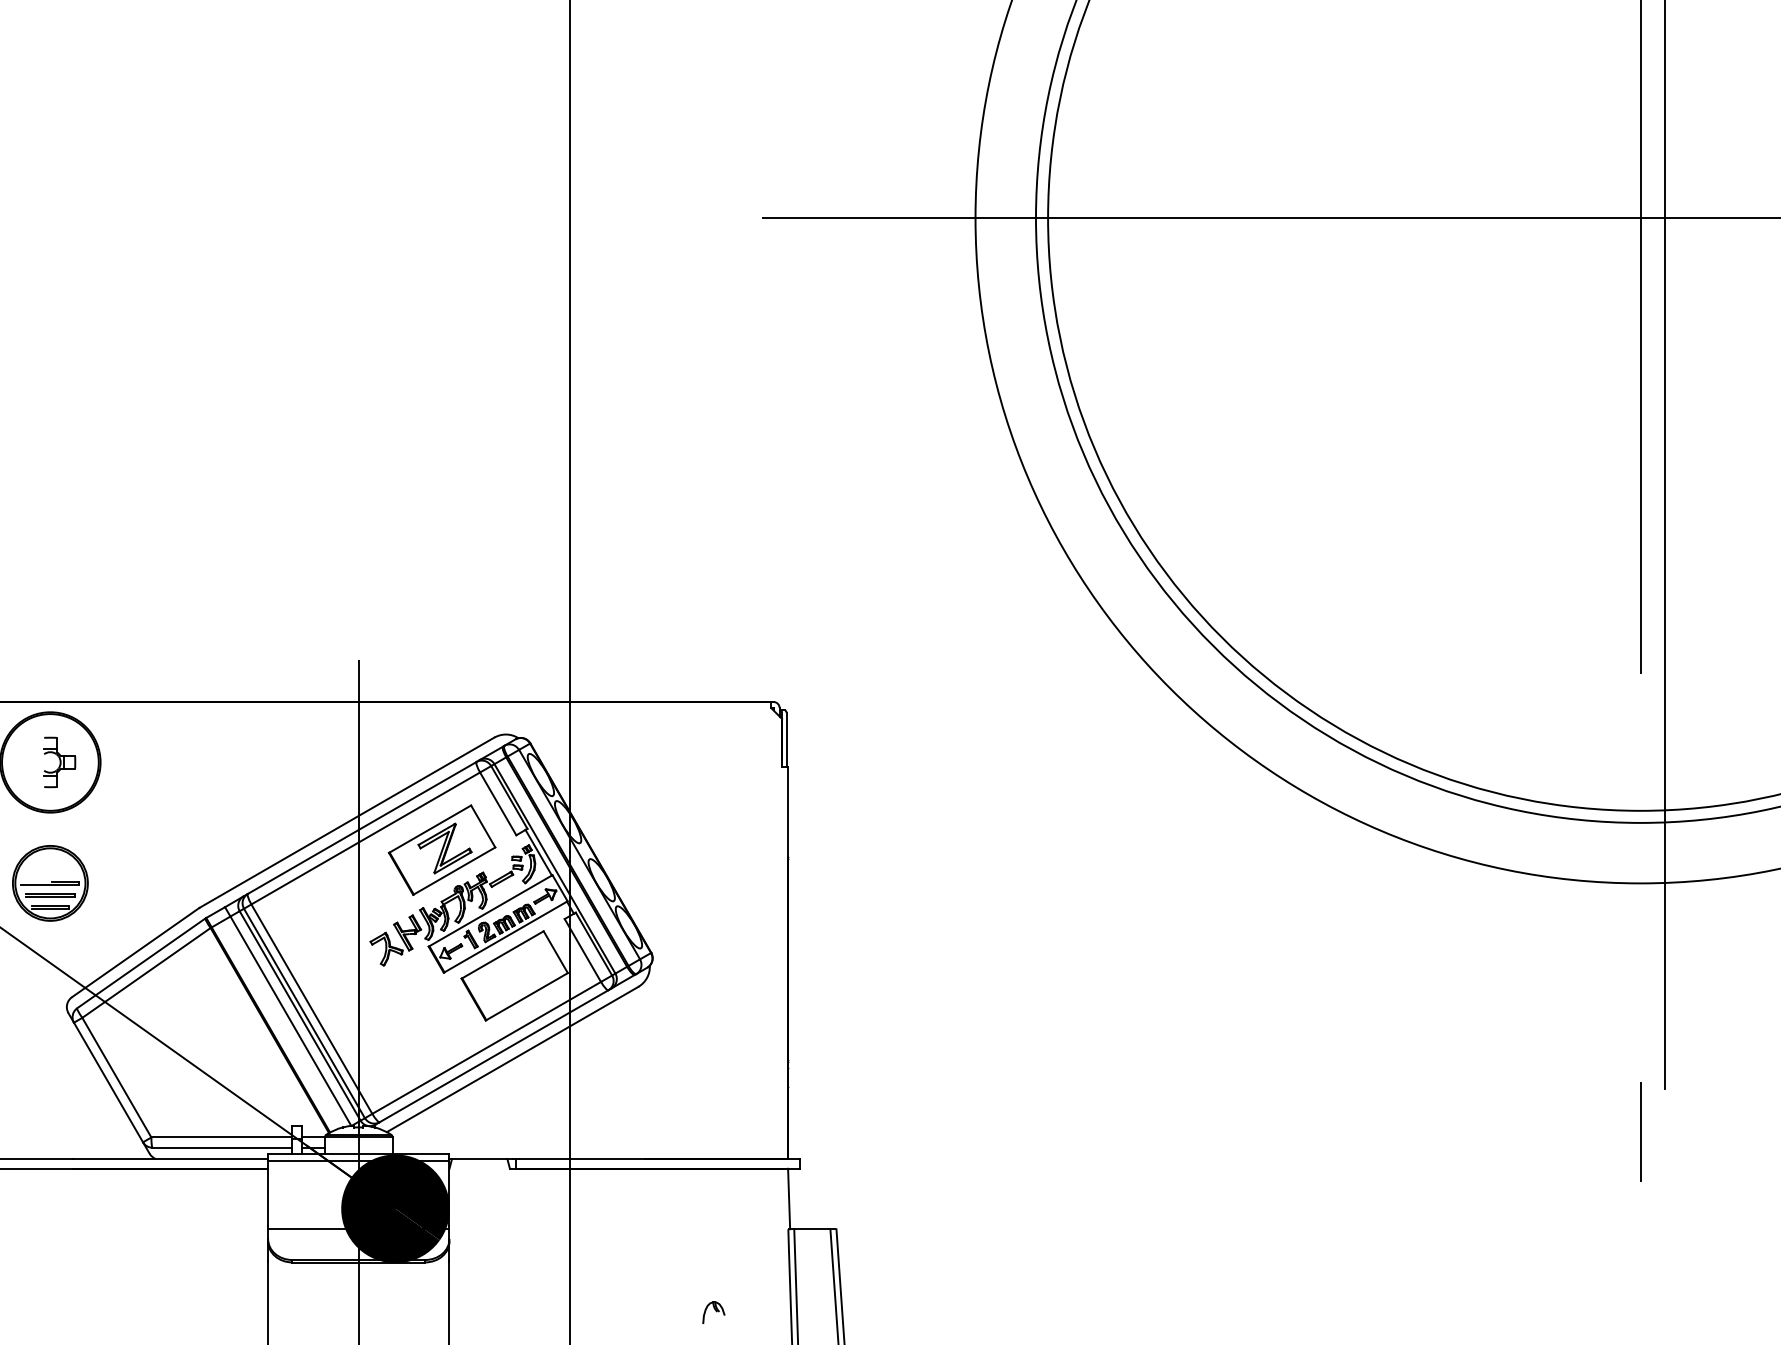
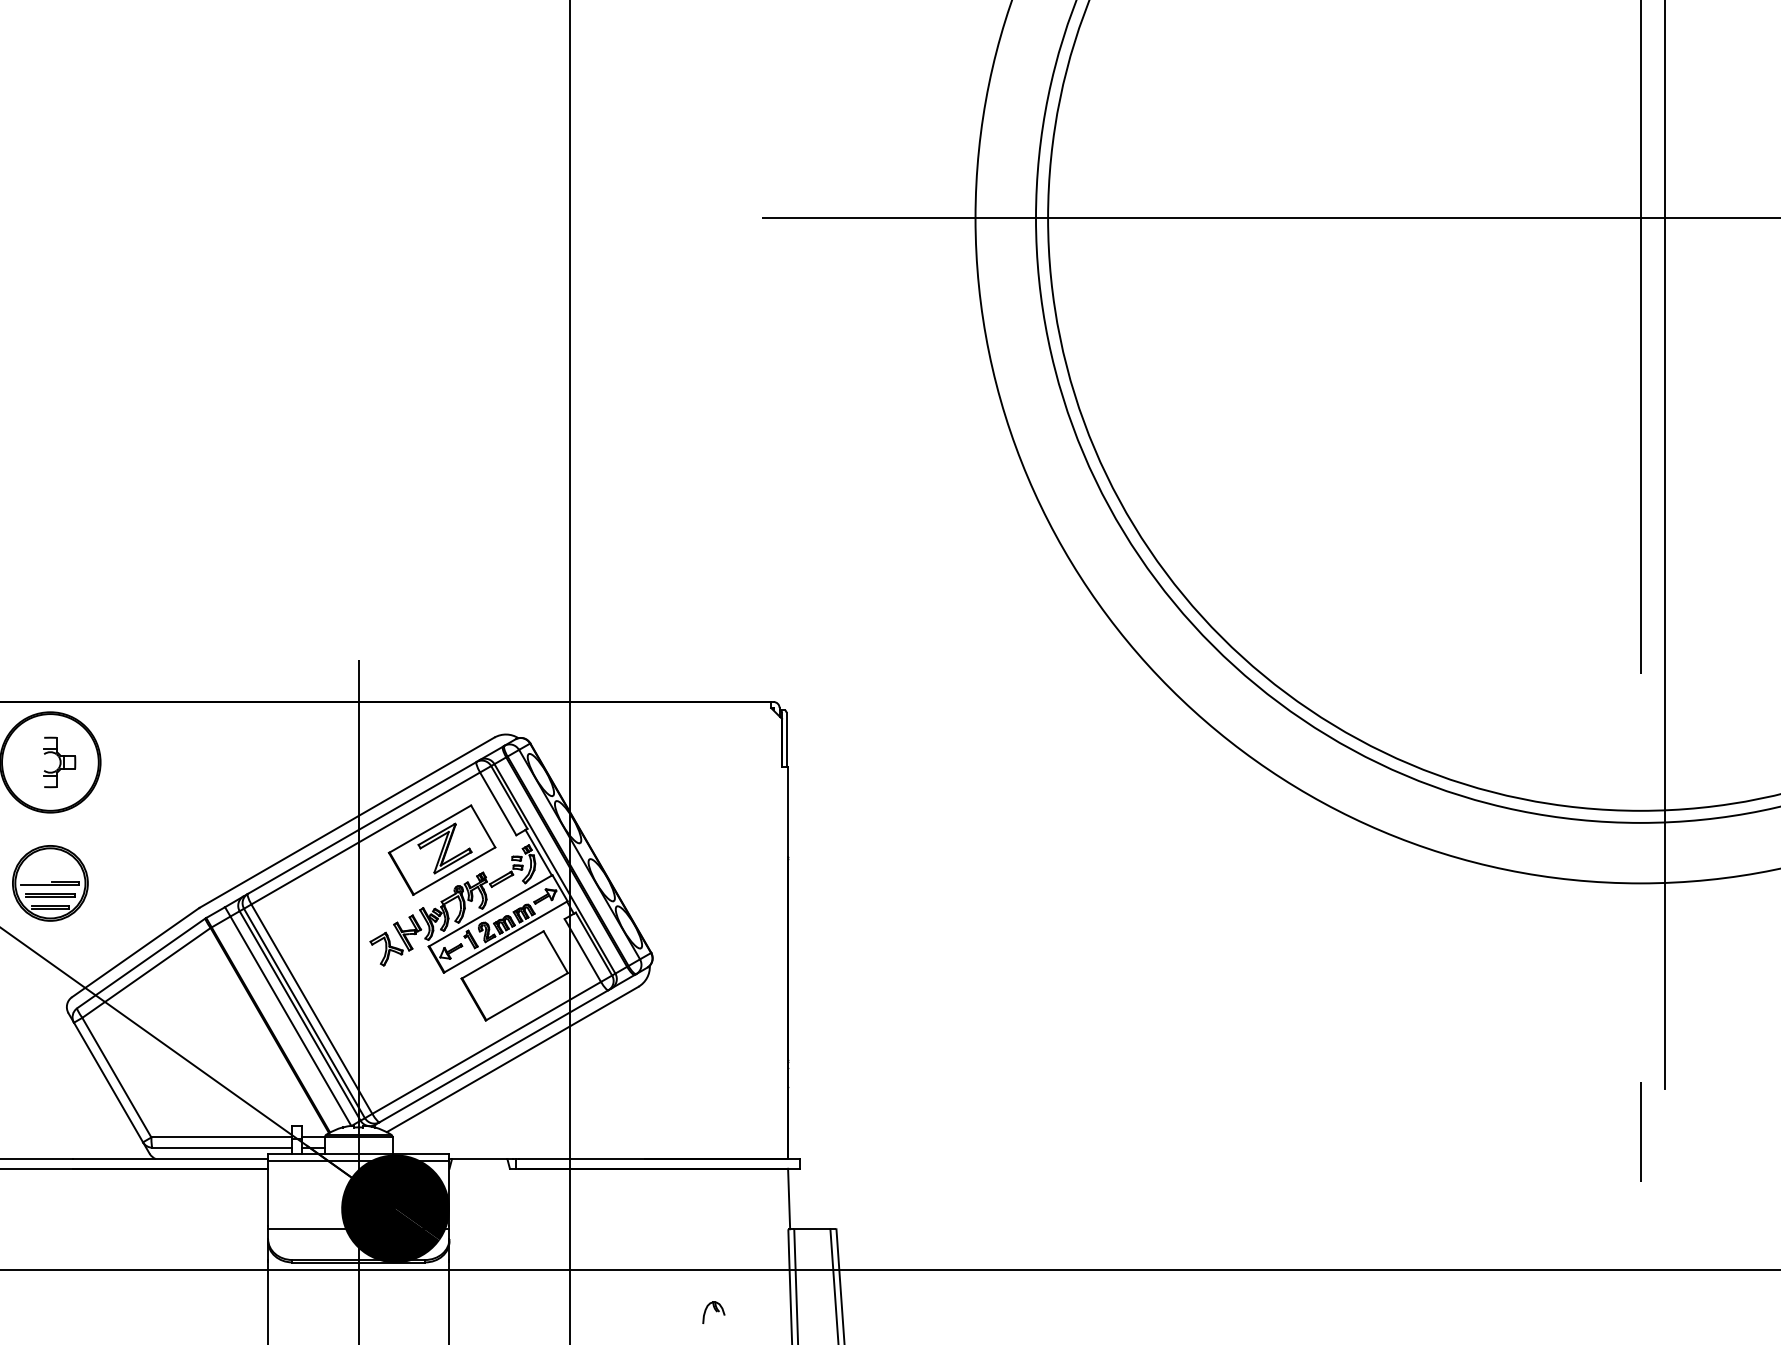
line at (889, 1270): none -> present
